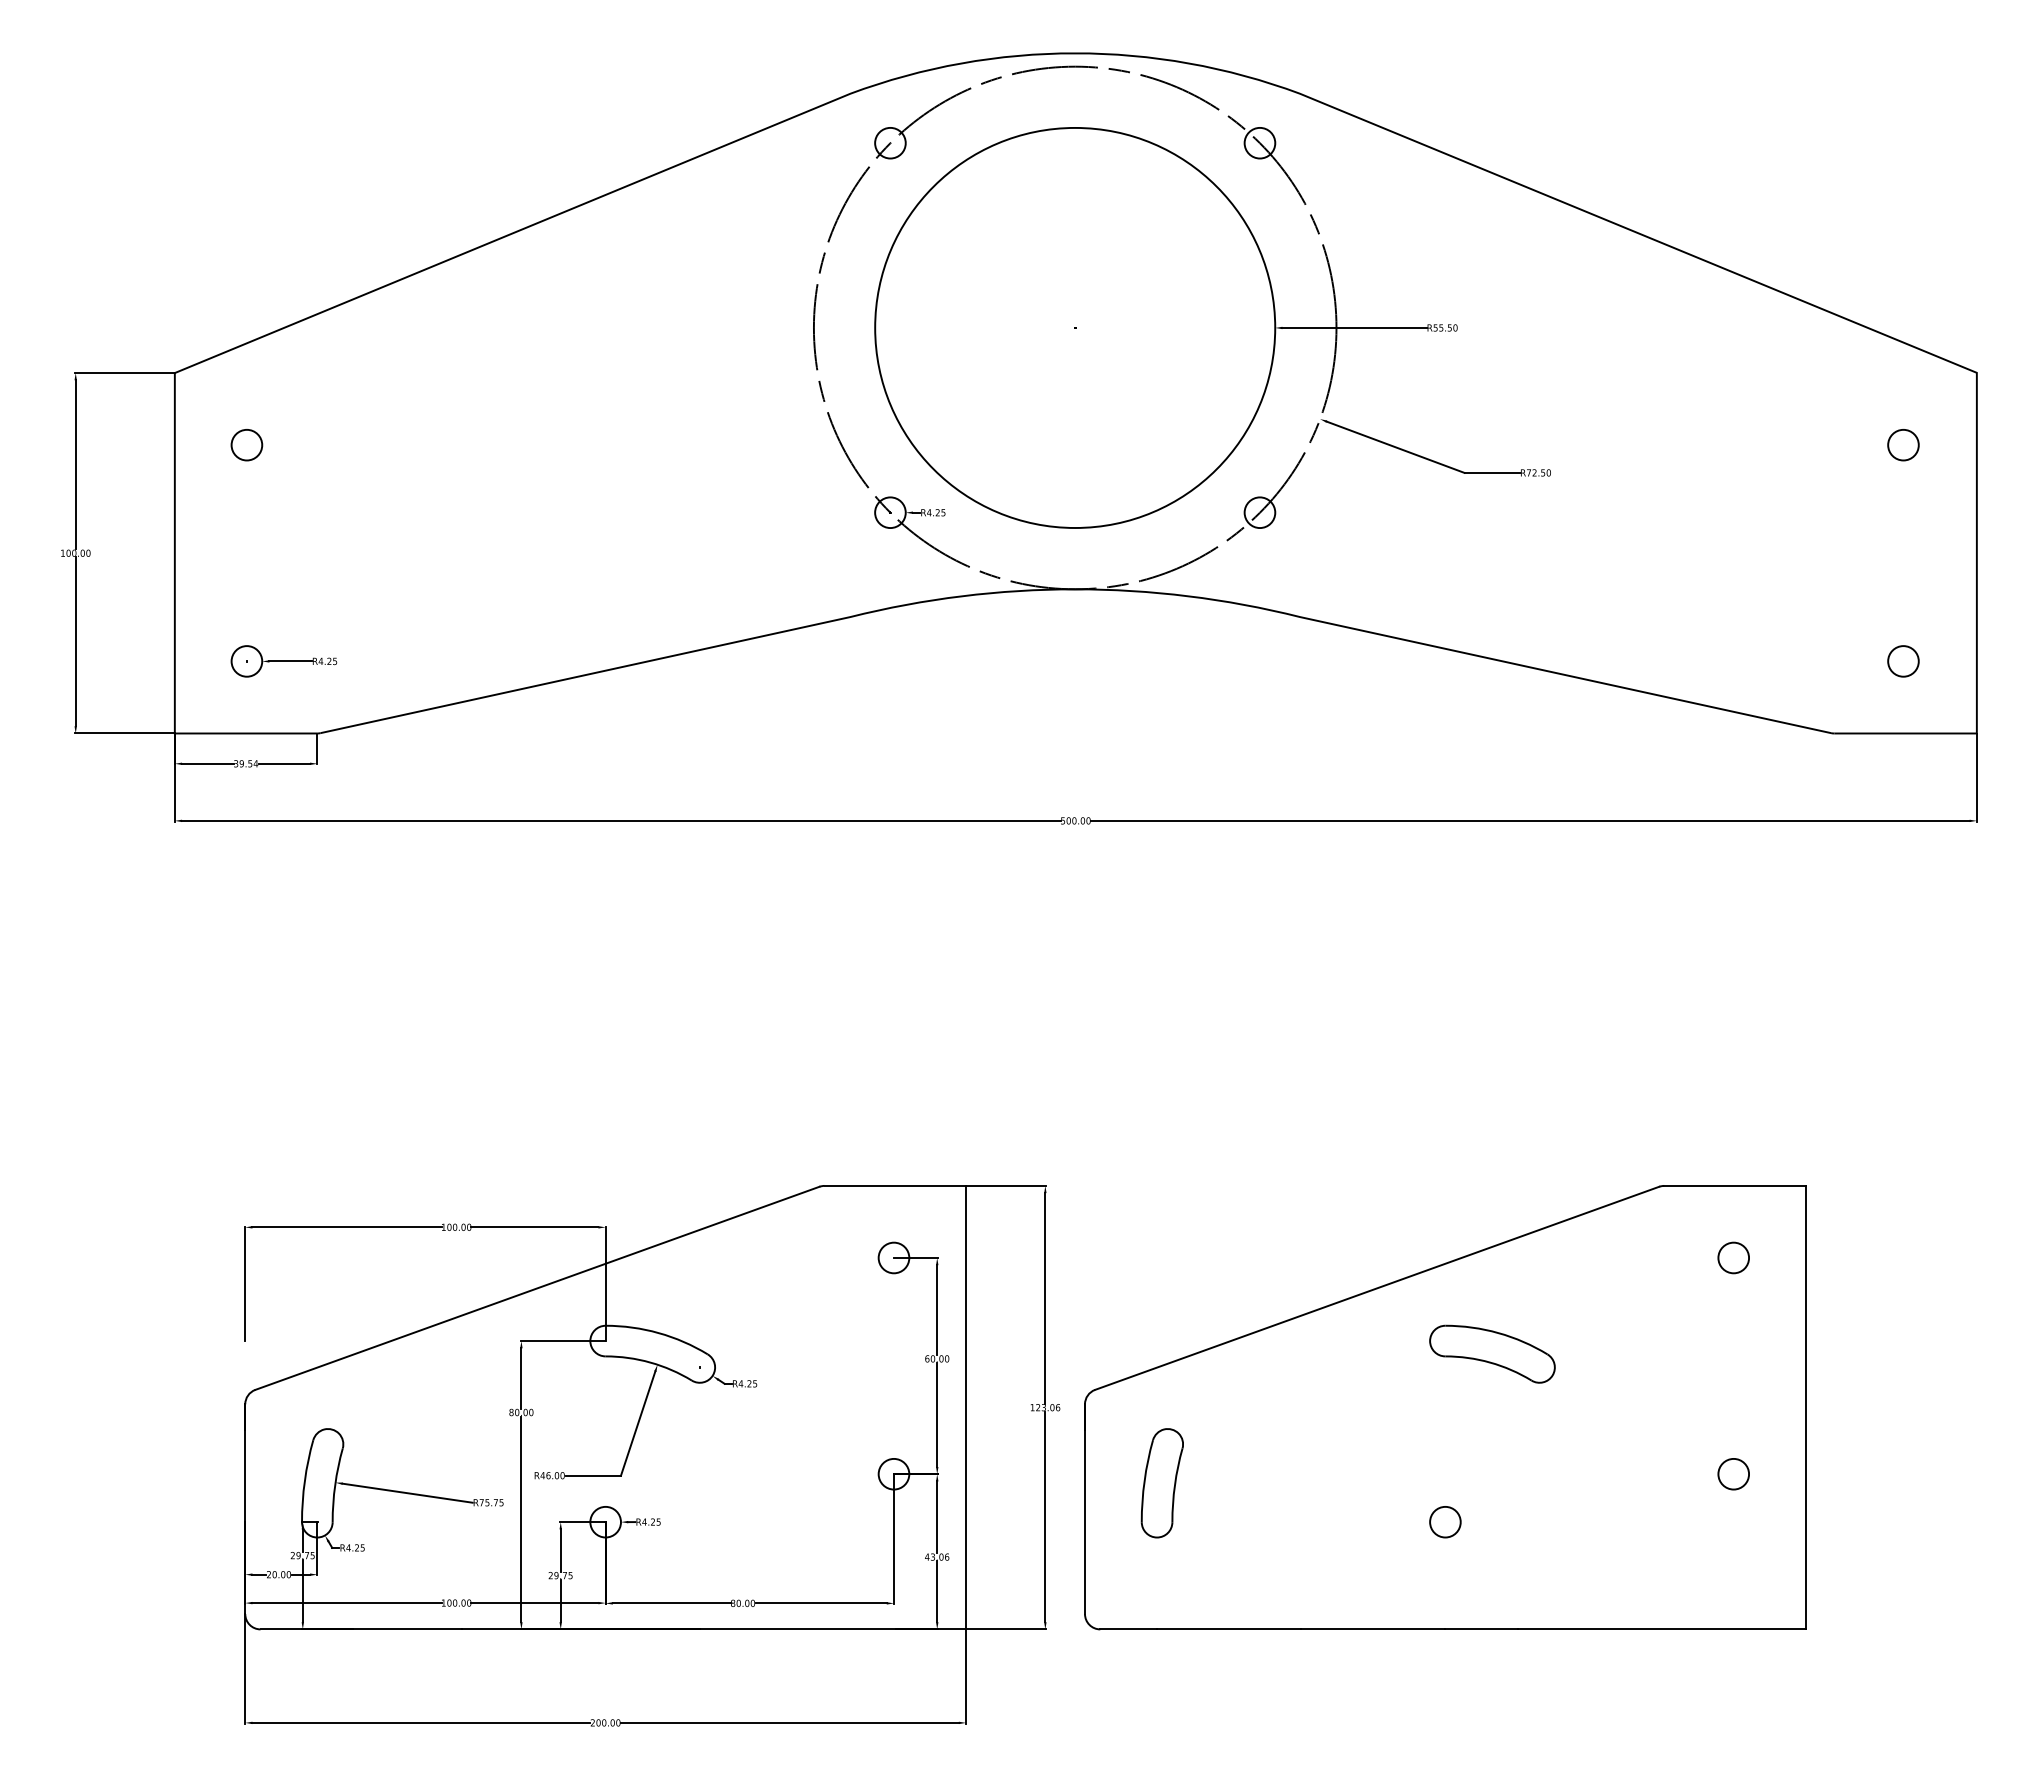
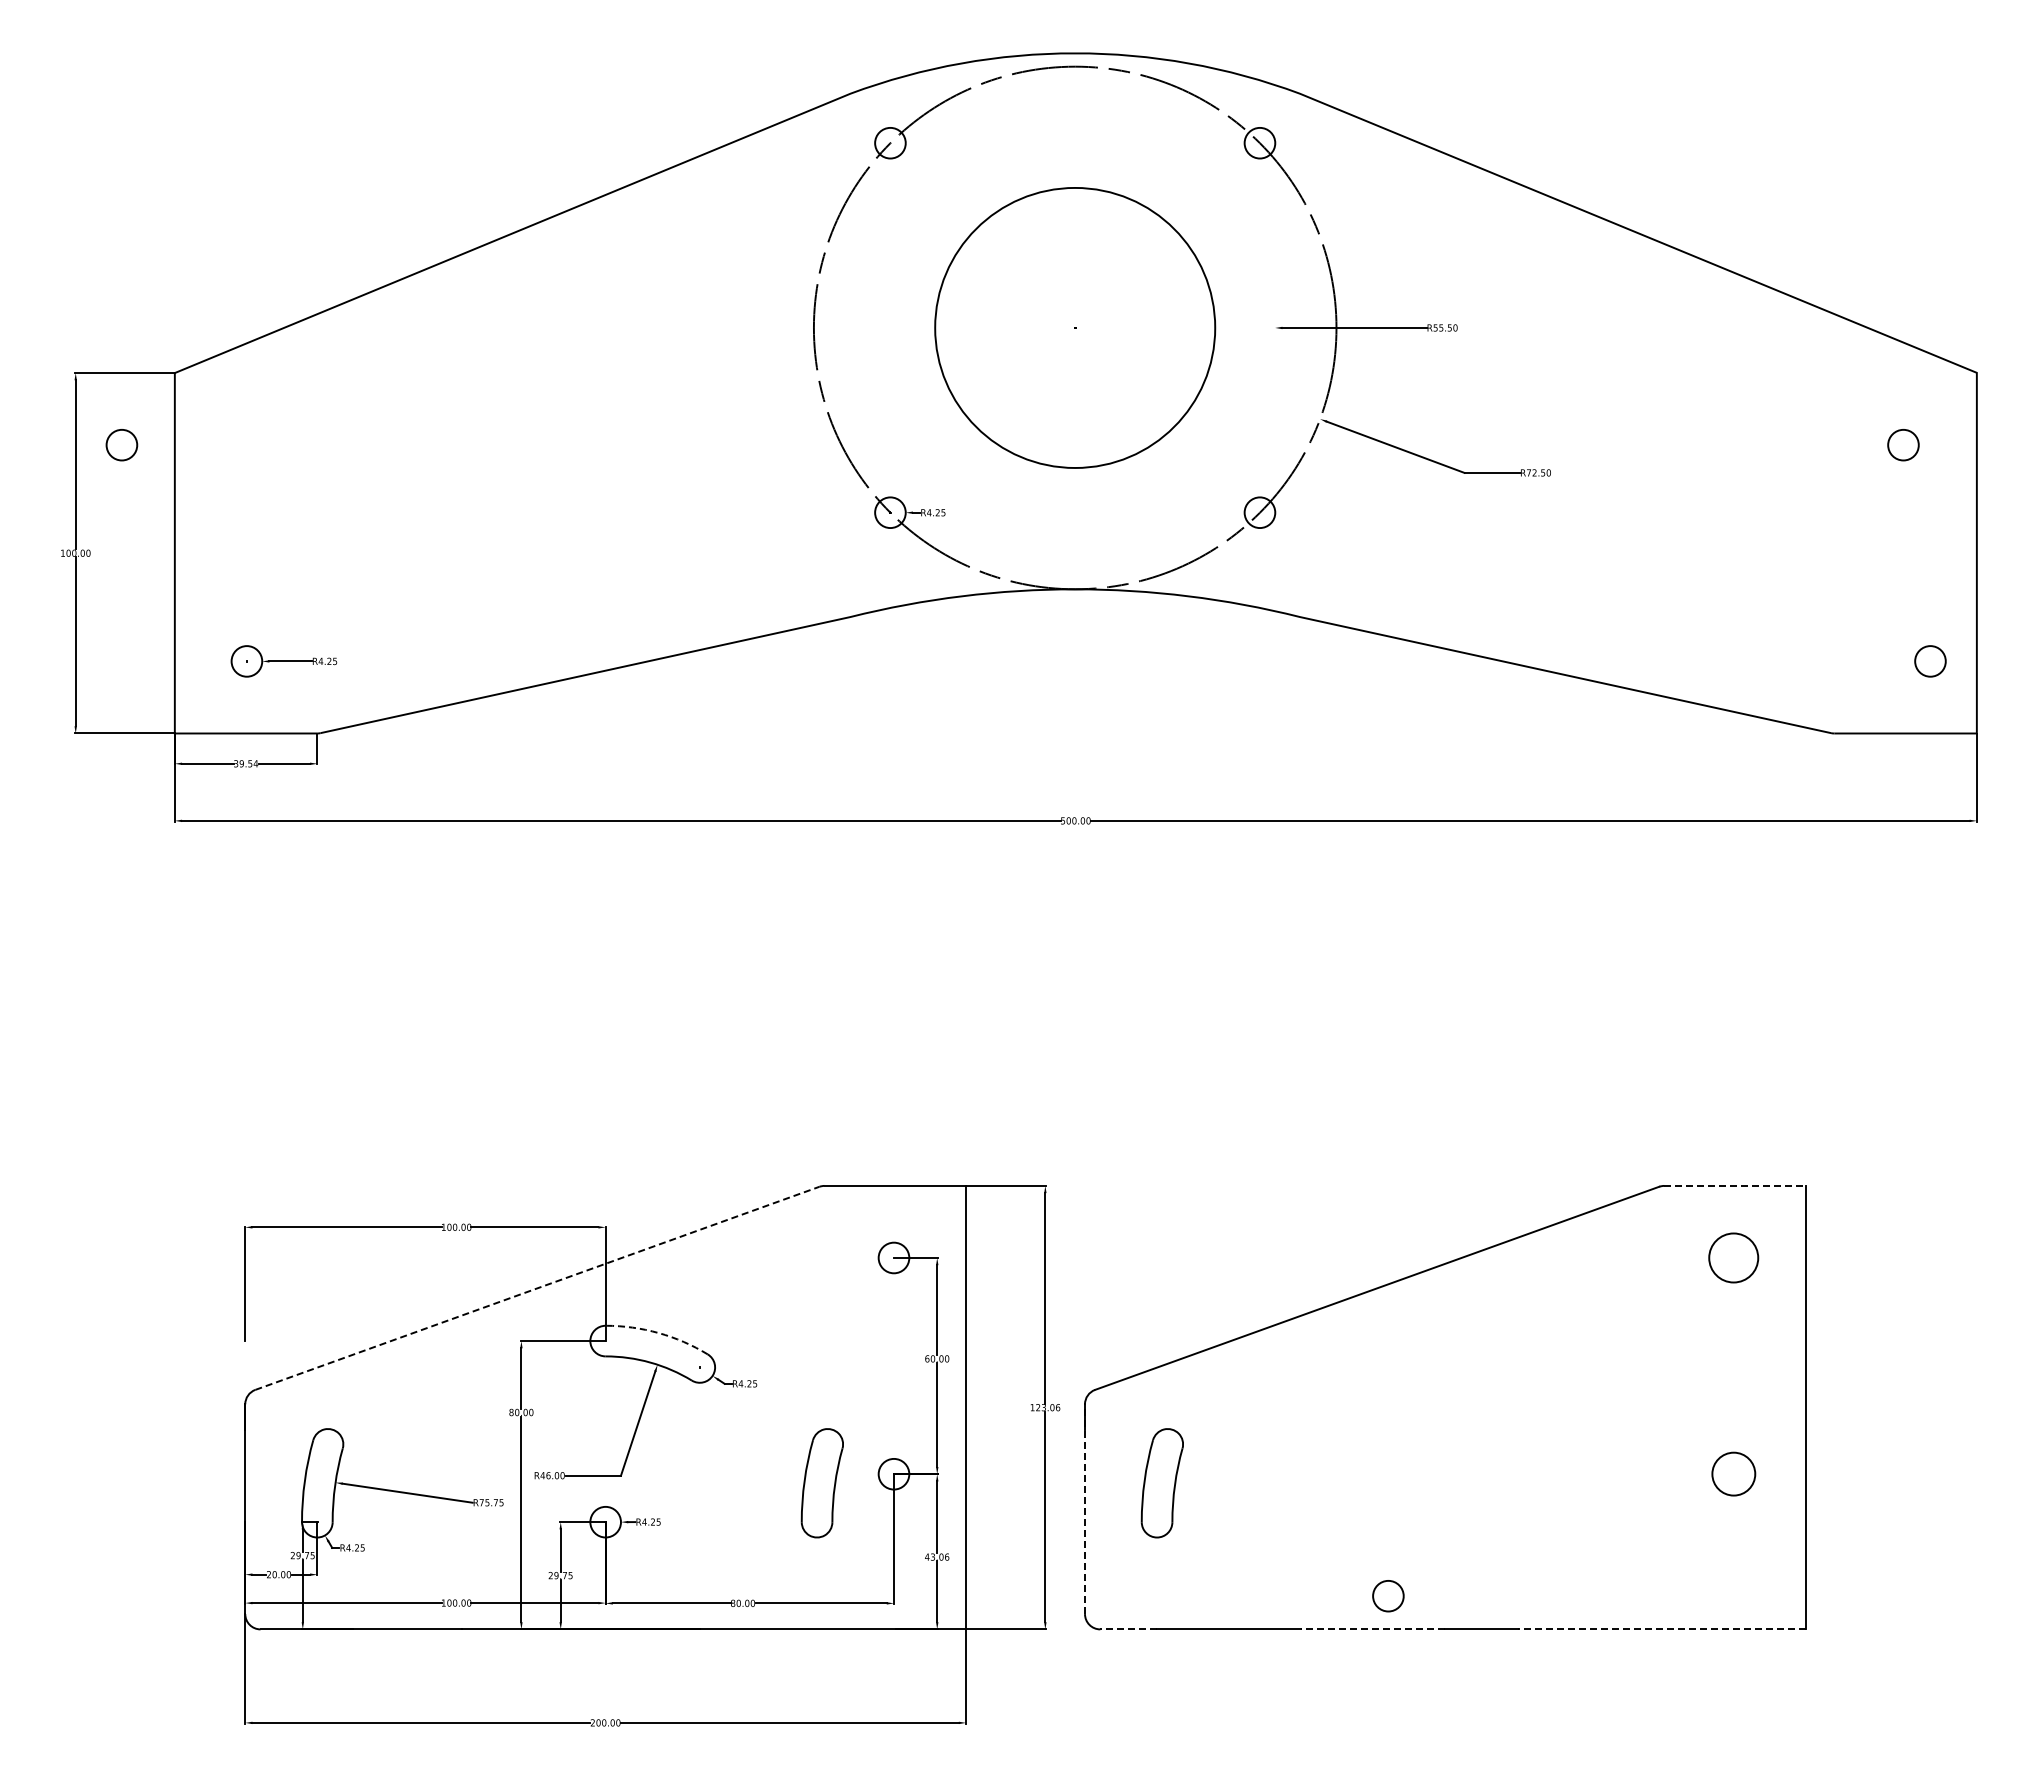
circle at (1075, 327) diameter: 400 px -> 280 px
circle at (246, 445) position: (246, 445) -> (121, 445)
circle at (1903, 661) position: (1903, 661) -> (1930, 661)
line at (1735, 1185): solid -> dashed
circle at (1733, 1257) diameter: 31 px -> 49 px
line at (537, 1288): solid -> dashed
arc at (658, 1333): solid -> dashed
part at (1492, 1353): present -> none
circle at (1733, 1474) size: 33x33 px -> 46x46 px
part at (821, 1483): none -> present
line at (1085, 1509): solid -> dashed
circle at (1445, 1522) position: (1445, 1522) -> (1388, 1596)
line at (1128, 1629): solid -> dashed
line at (1372, 1629): solid -> dashed
line at (1661, 1629): solid -> dashed
